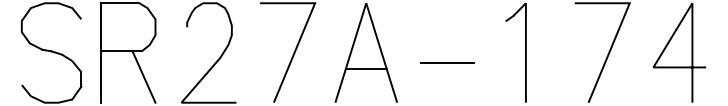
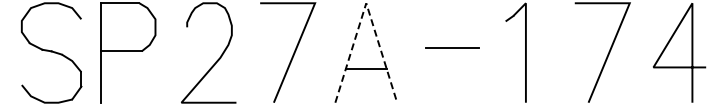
line at (366, 3): solid -> dashed
line at (447, 62) position: (447, 62) -> (452, 47)
line at (143, 76): present -> none
